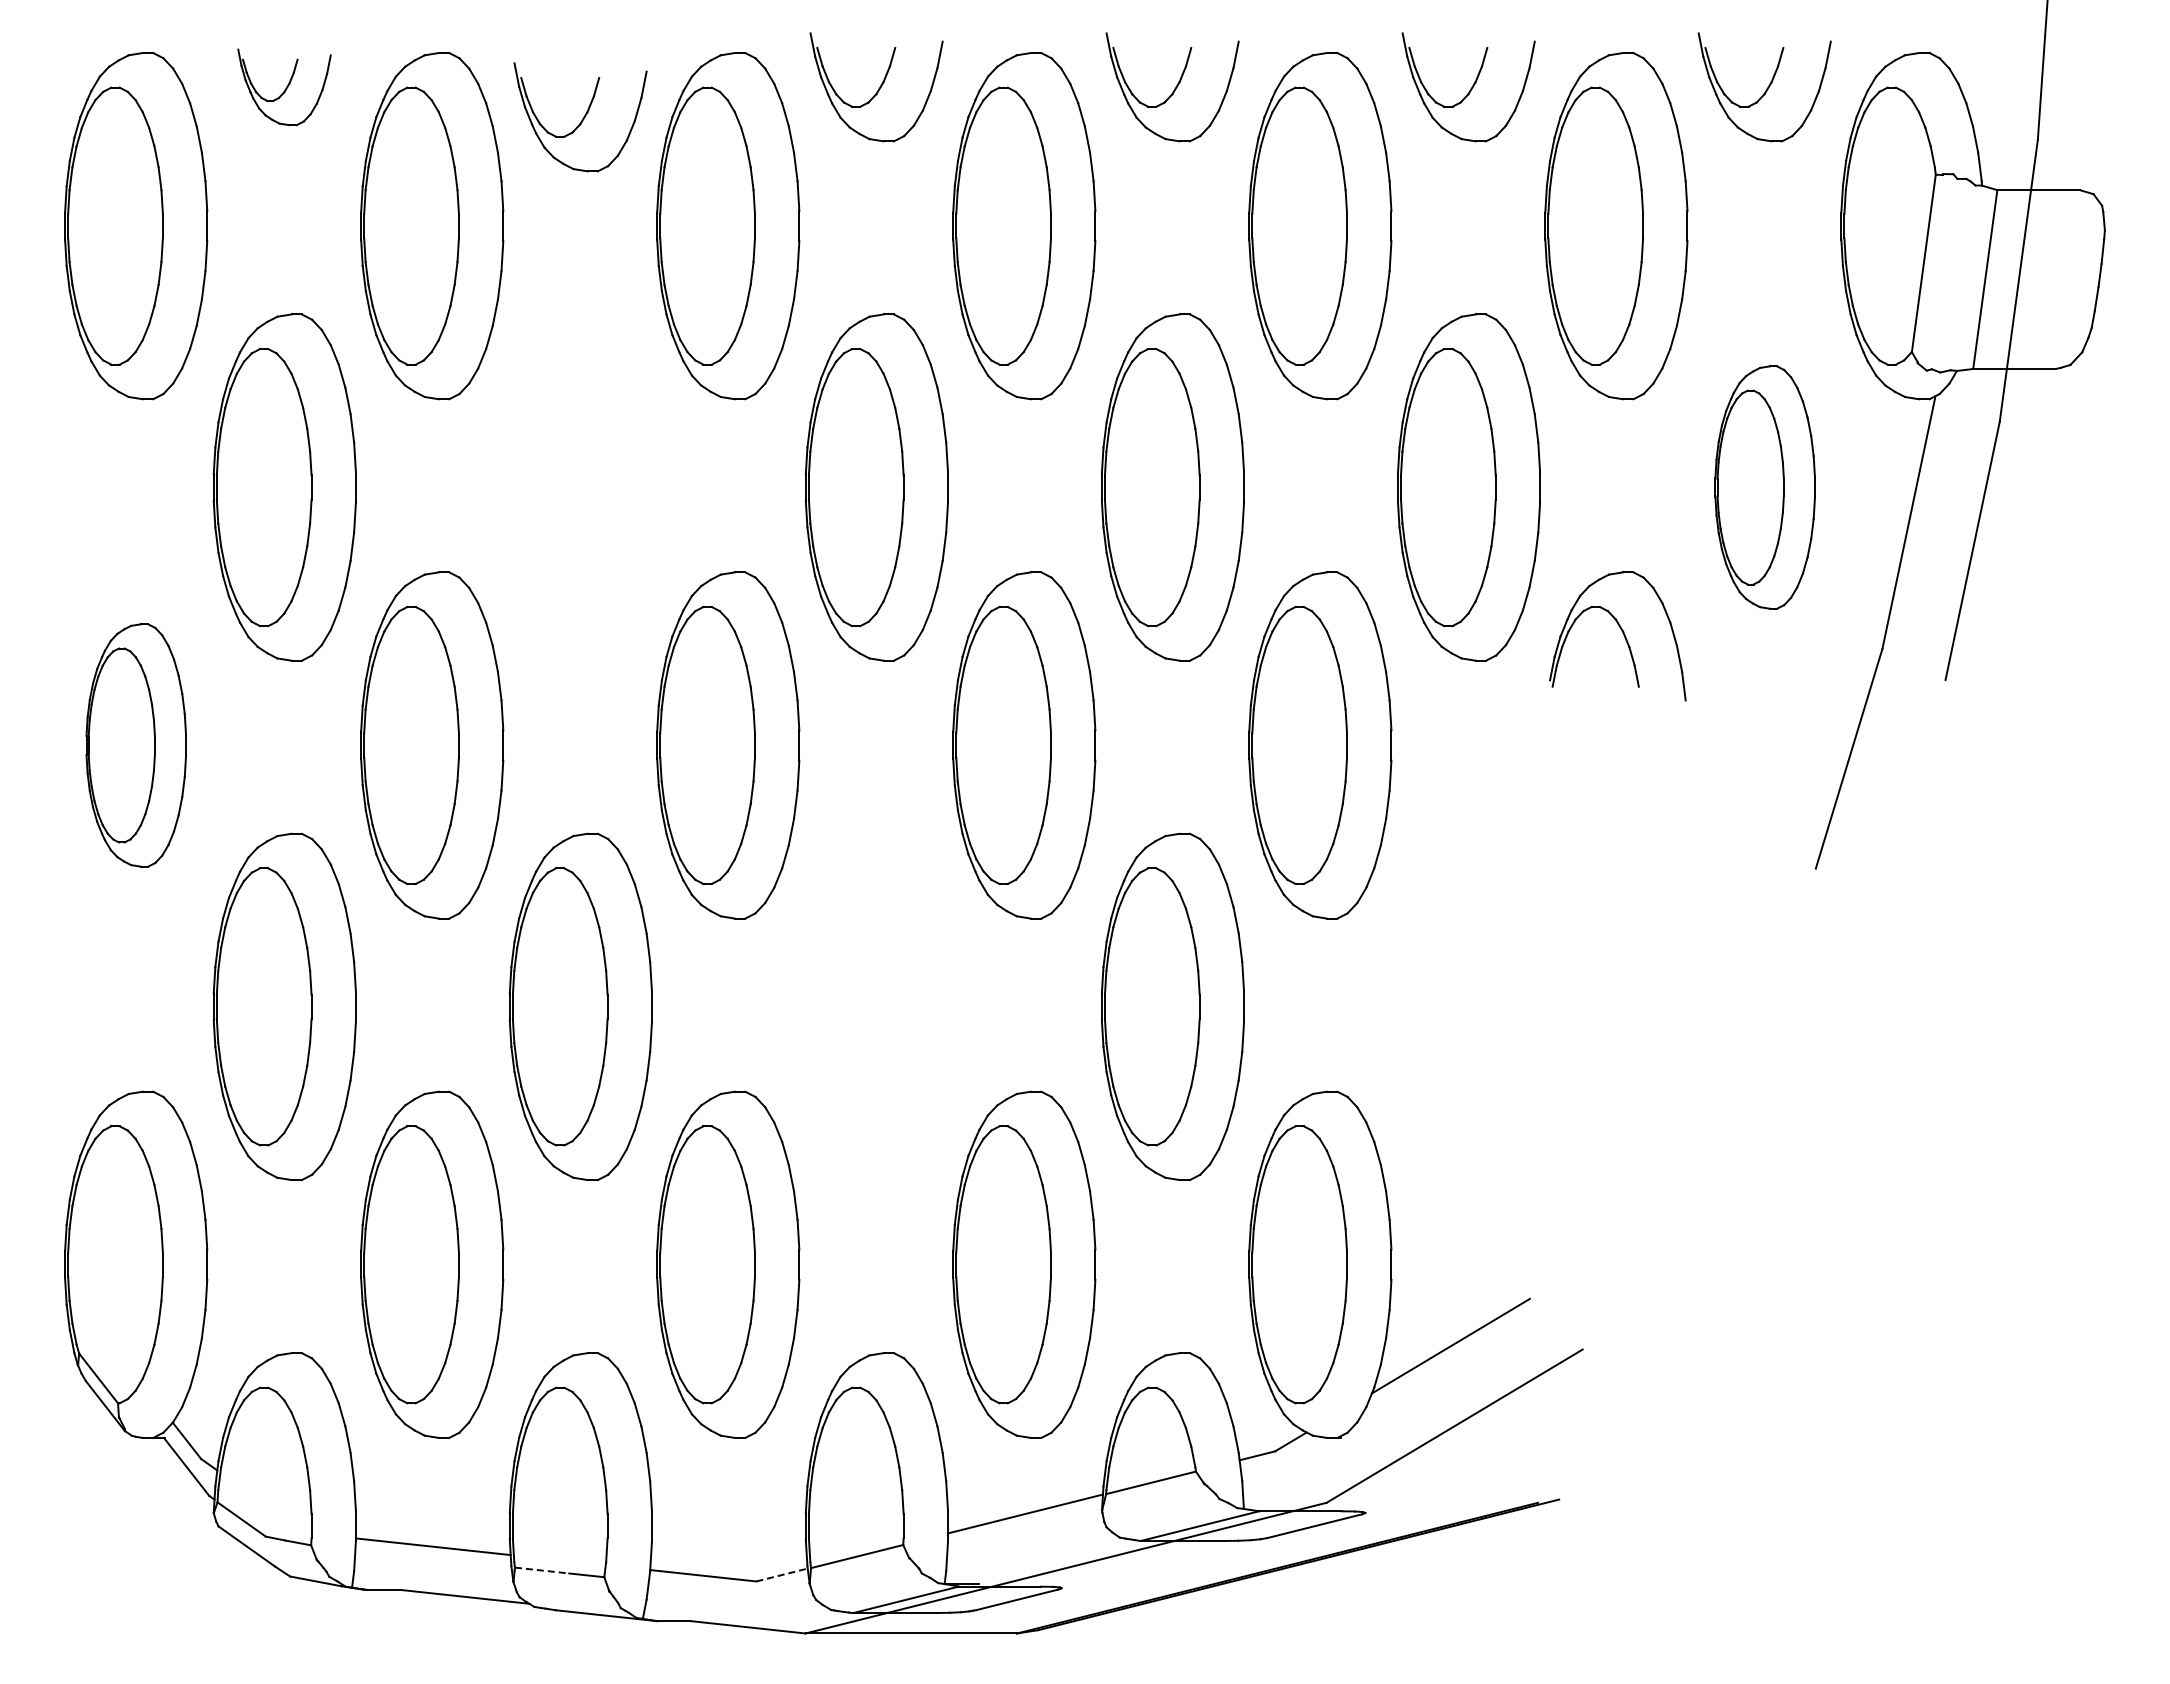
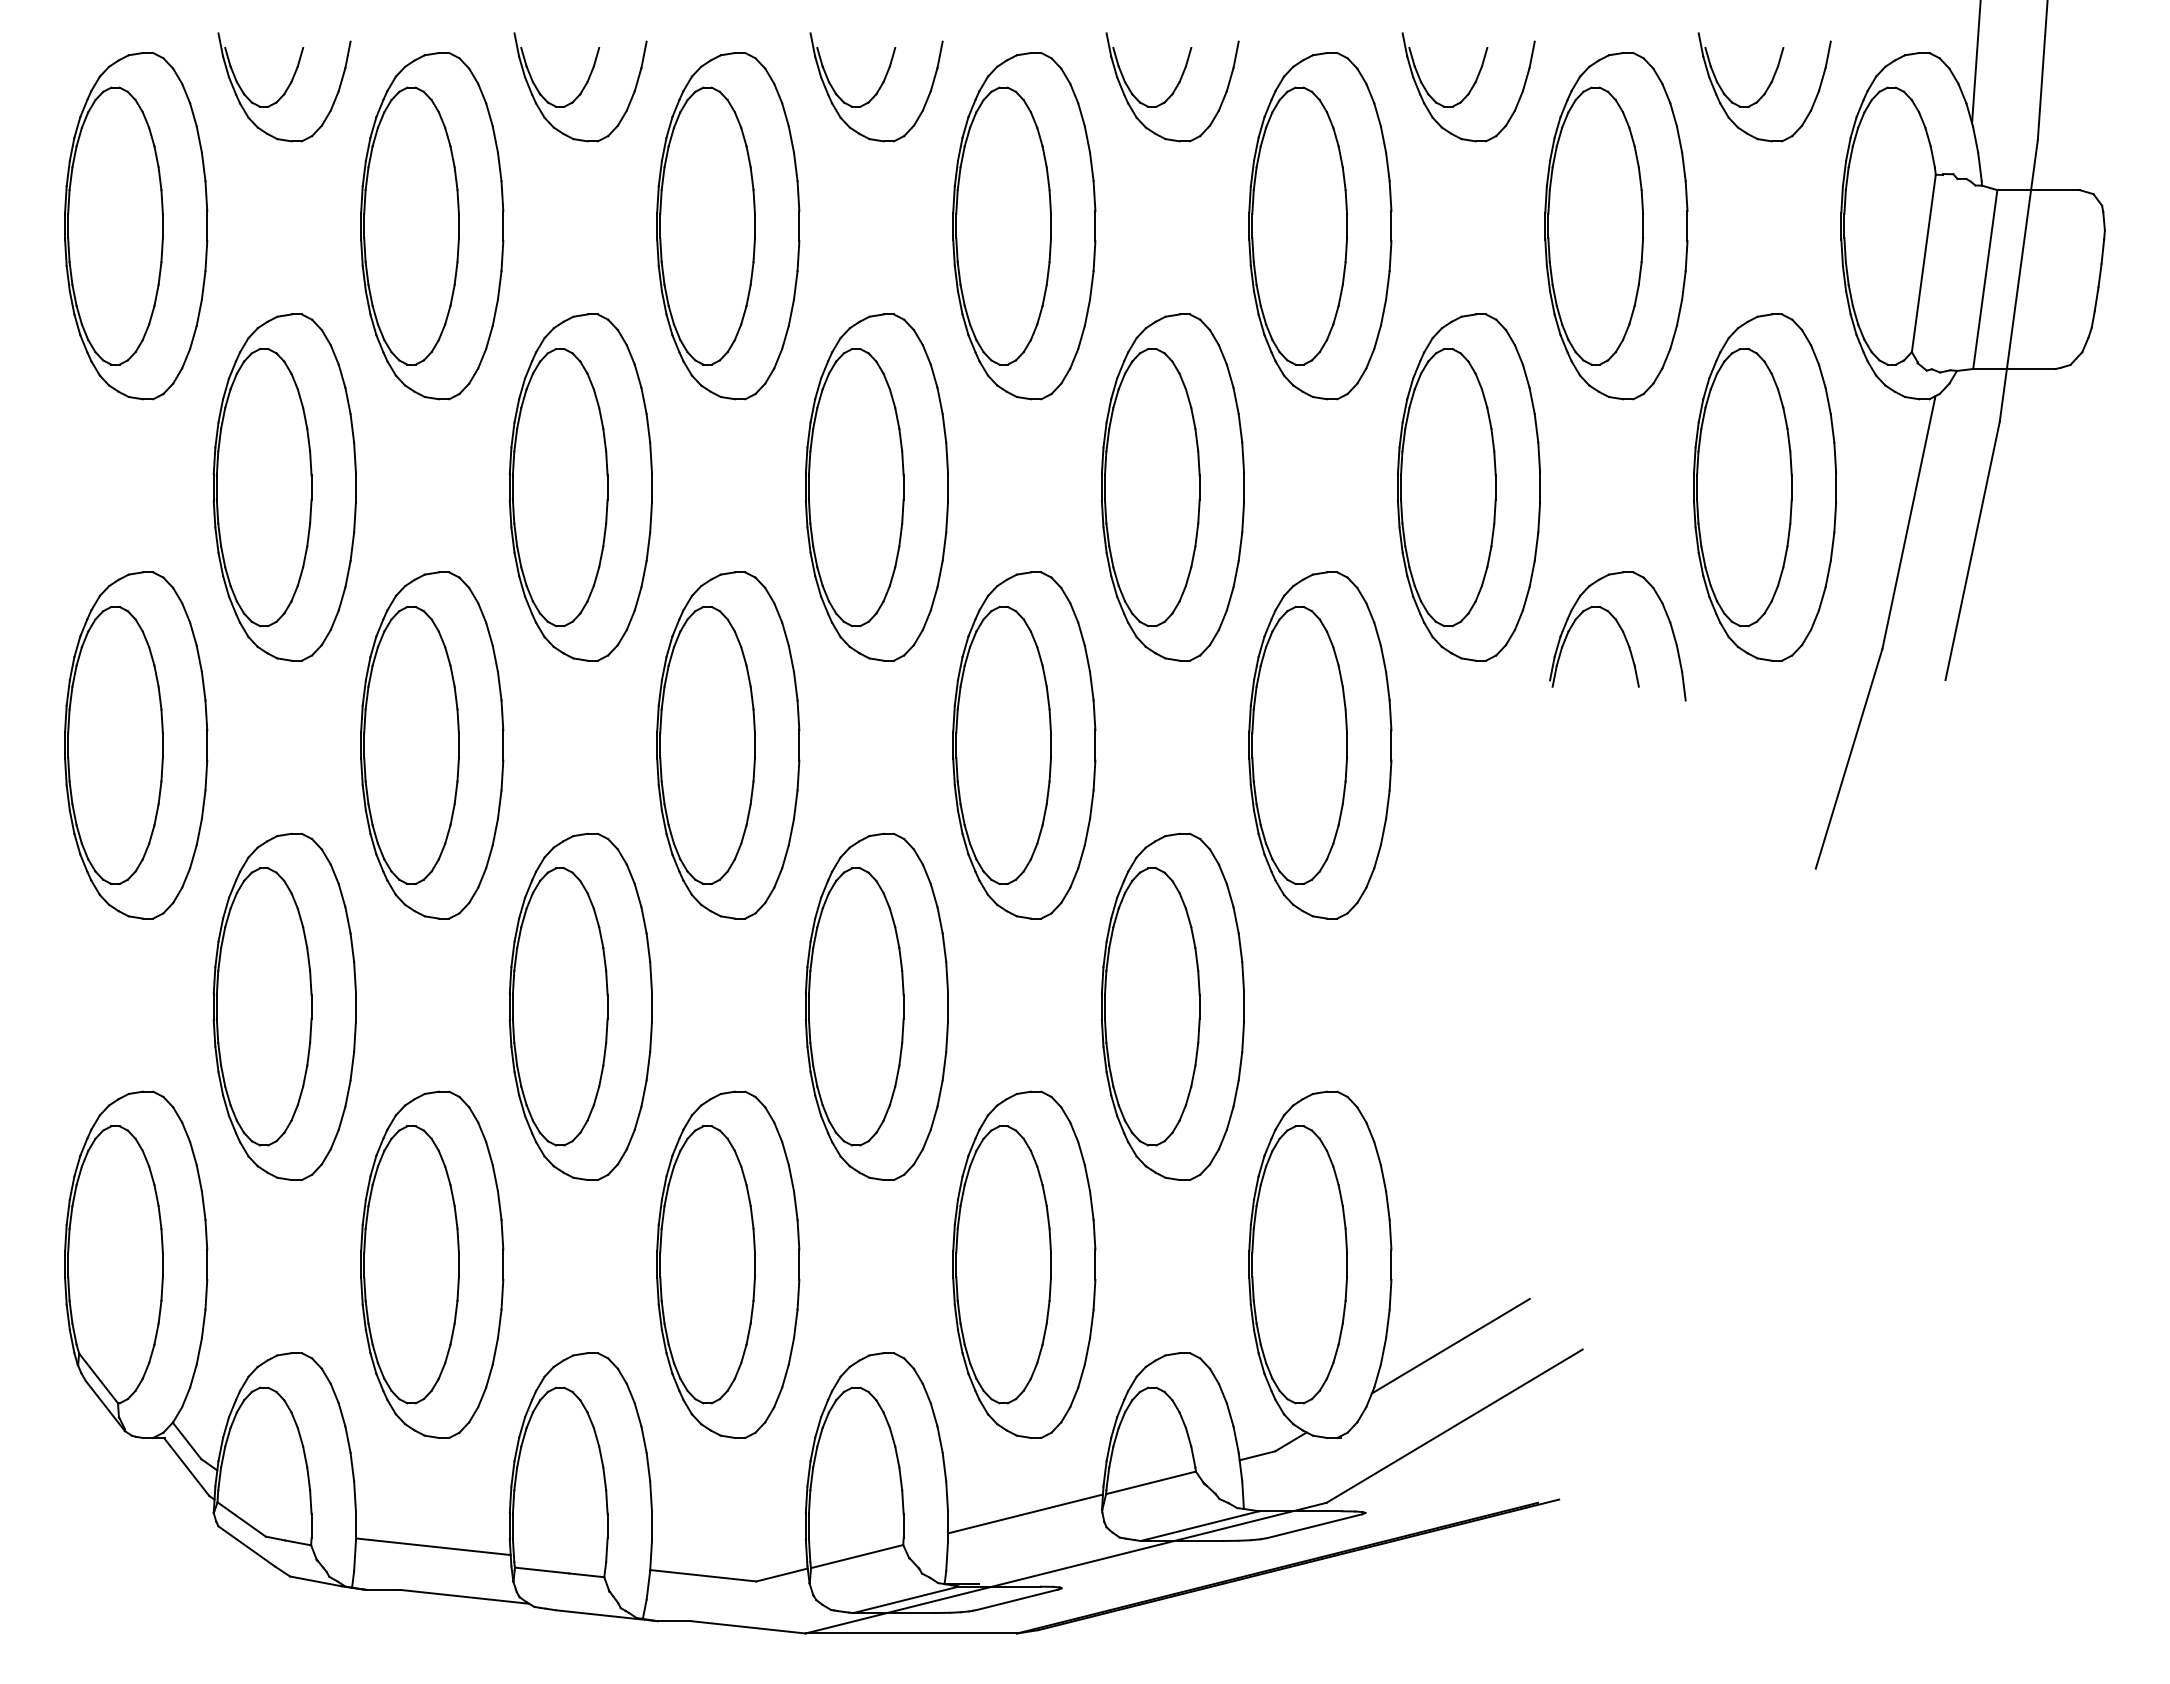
line at (1976, 62): none -> present
part at (284, 87) size: 95x79 px -> 135x111 px
part at (580, 117) position: (580, 117) -> (580, 87)
part at (580, 487): none -> present
part at (1764, 487) size: 102x245 px -> 145x349 px
part at (135, 745) size: 102x245 px -> 145x349 px
part at (876, 1006): none -> present
line at (542, 1570): dashed -> solid
line at (782, 1574): dashed -> solid
